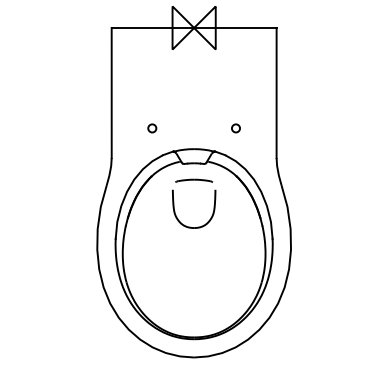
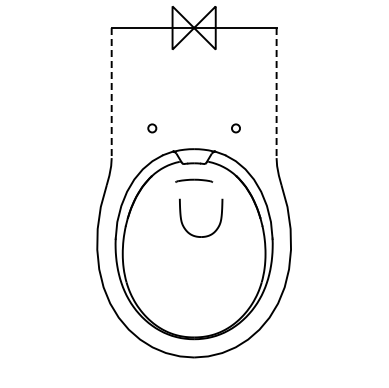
line at (111, 93): solid -> dashed
line at (276, 93): solid -> dashed
part at (197, 226) position: (197, 226) -> (204, 235)
